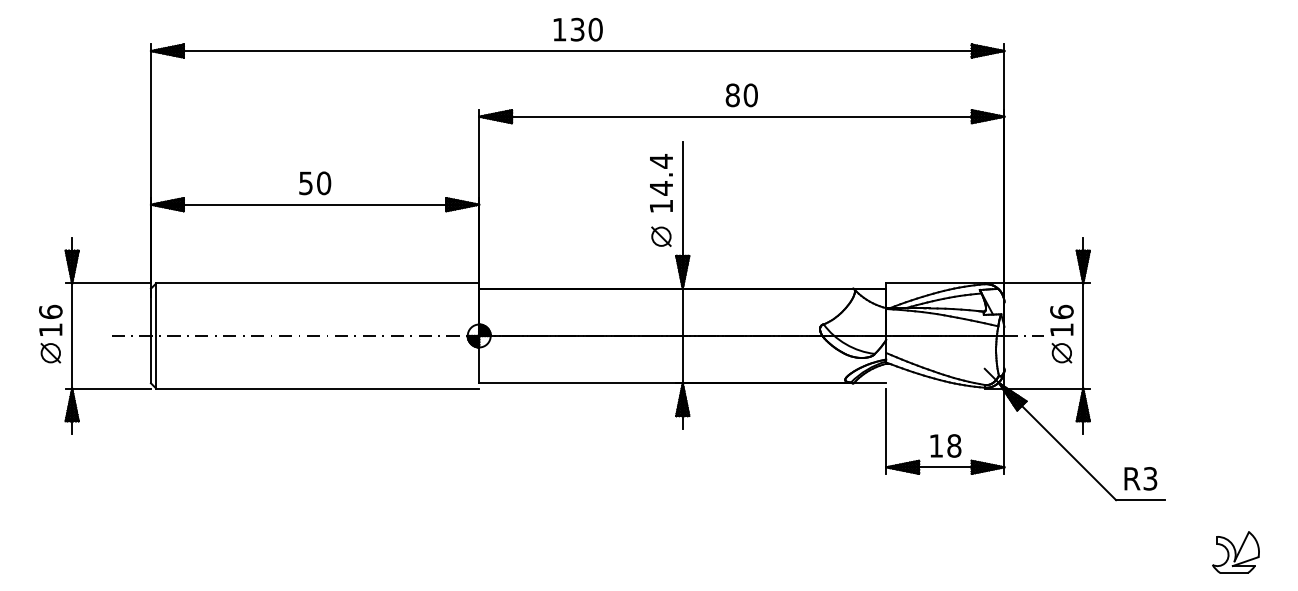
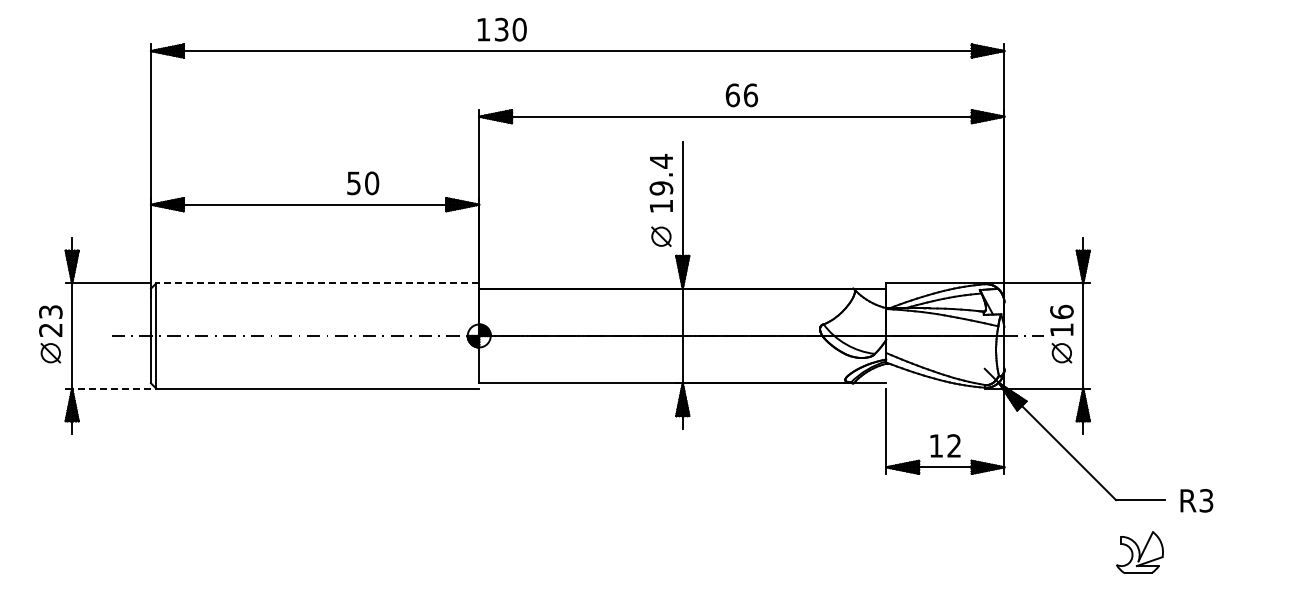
text at (577, 29) position: (577, 29) -> (501, 29)
text at (741, 95): 80 -> 66
text at (315, 183) position: (315, 183) -> (363, 183)
text at (661, 188): 14.4 -> 19.4
line at (317, 283): solid -> dashed
text at (50, 320): 16 -> 23
line at (111, 388): solid -> dashed
text at (954, 445): 18 -> 12
text at (1140, 478) position: (1140, 478) -> (1196, 500)
part at (1235, 552) position: (1235, 552) -> (1139, 552)
